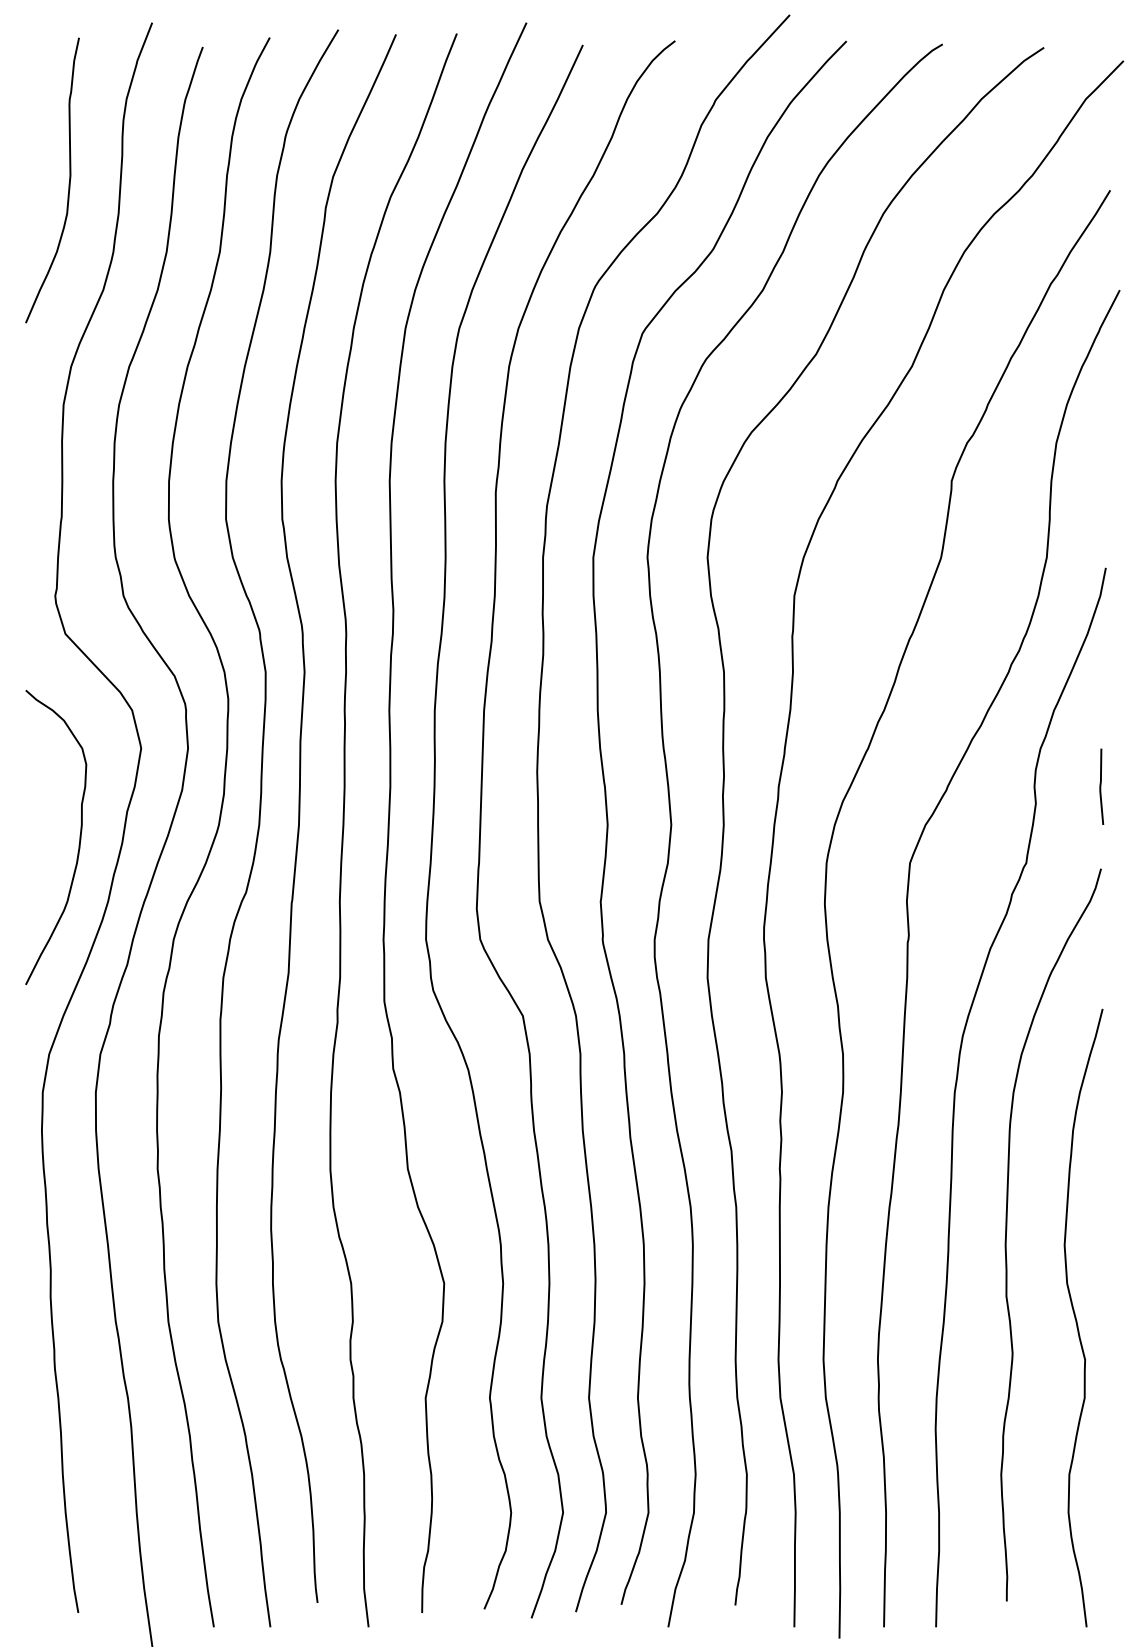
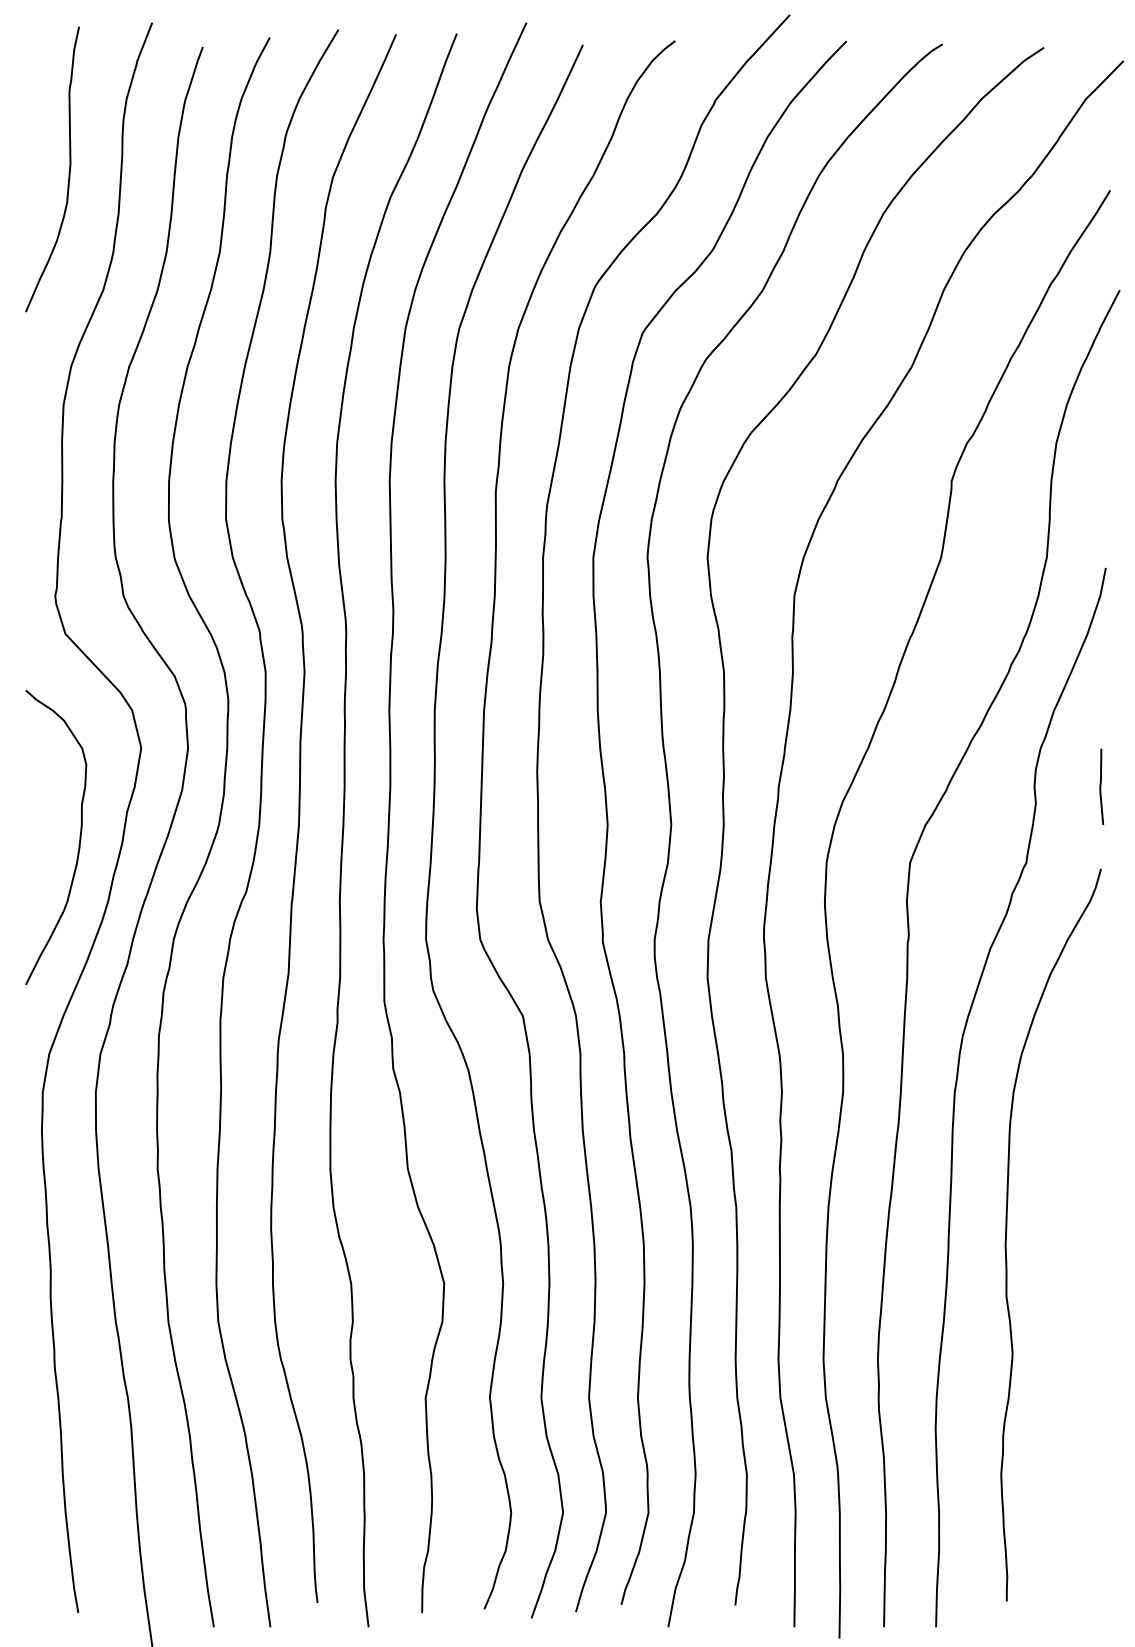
curve at (68, 183) position: (68, 183) -> (68, 172)
curve at (1077, 1320): present -> none
